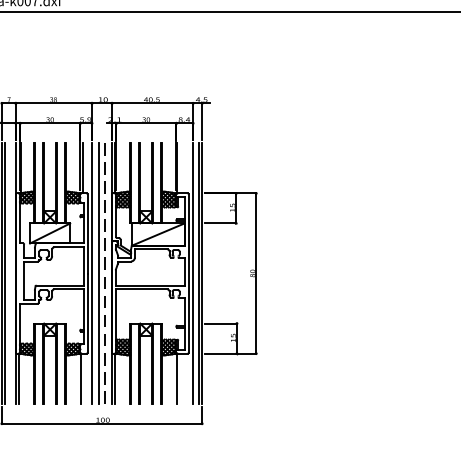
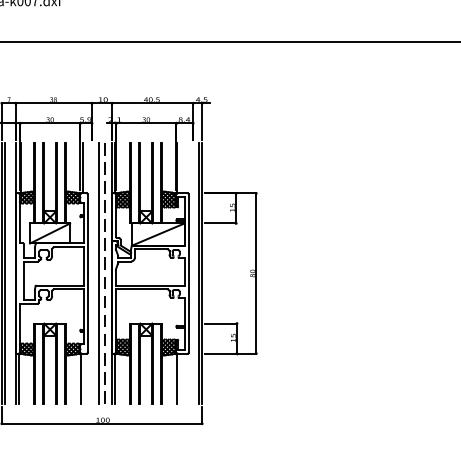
line at (229, 11) position: (229, 11) -> (229, 41)
line at (92, 273): present -> none
line at (193, 273): present -> none
